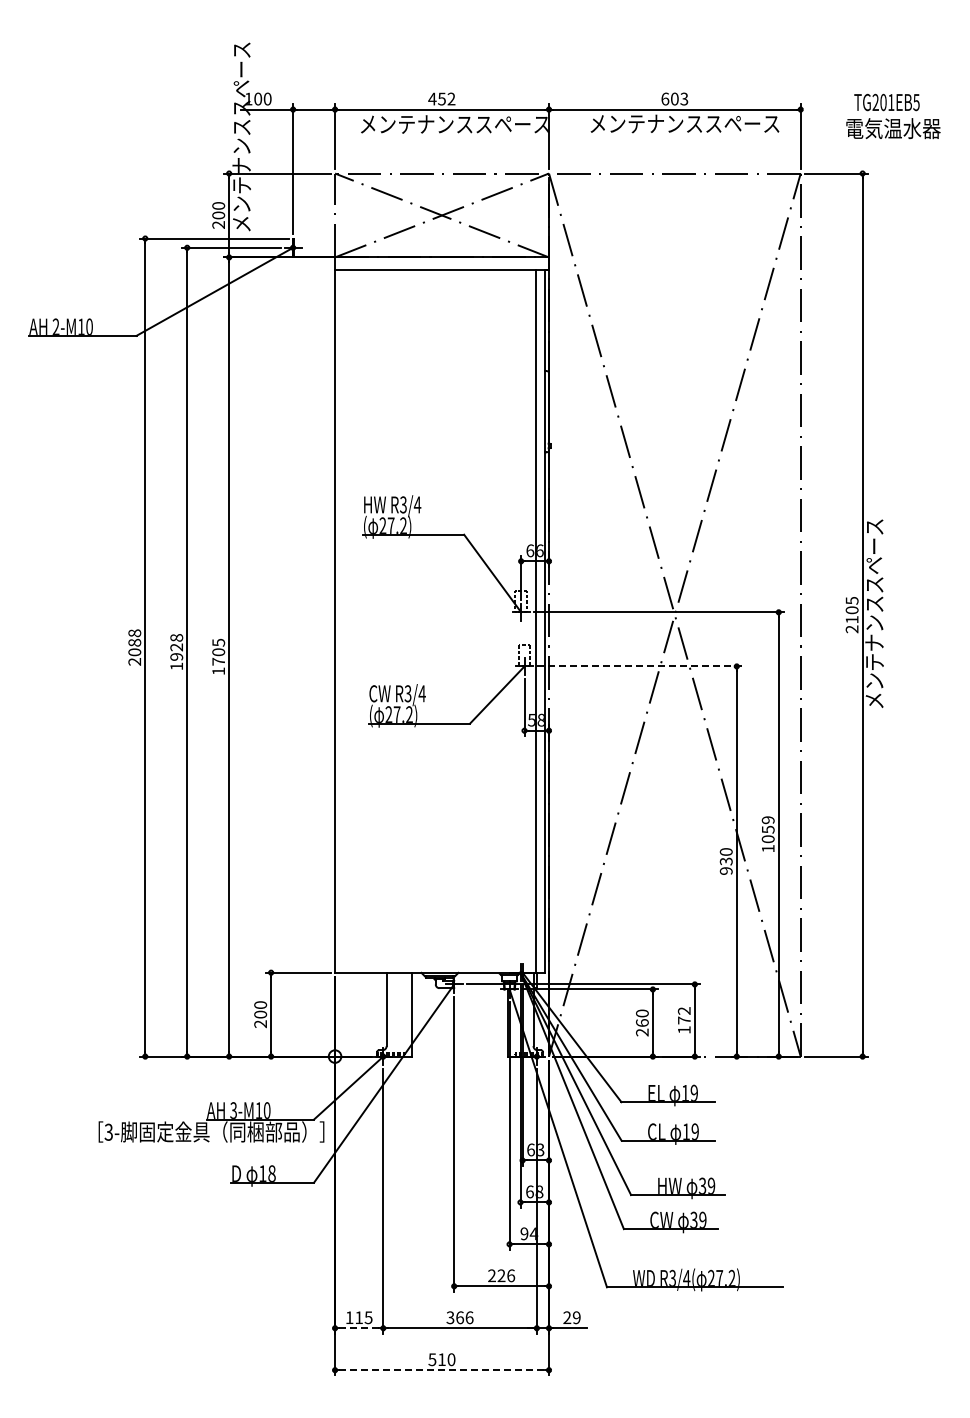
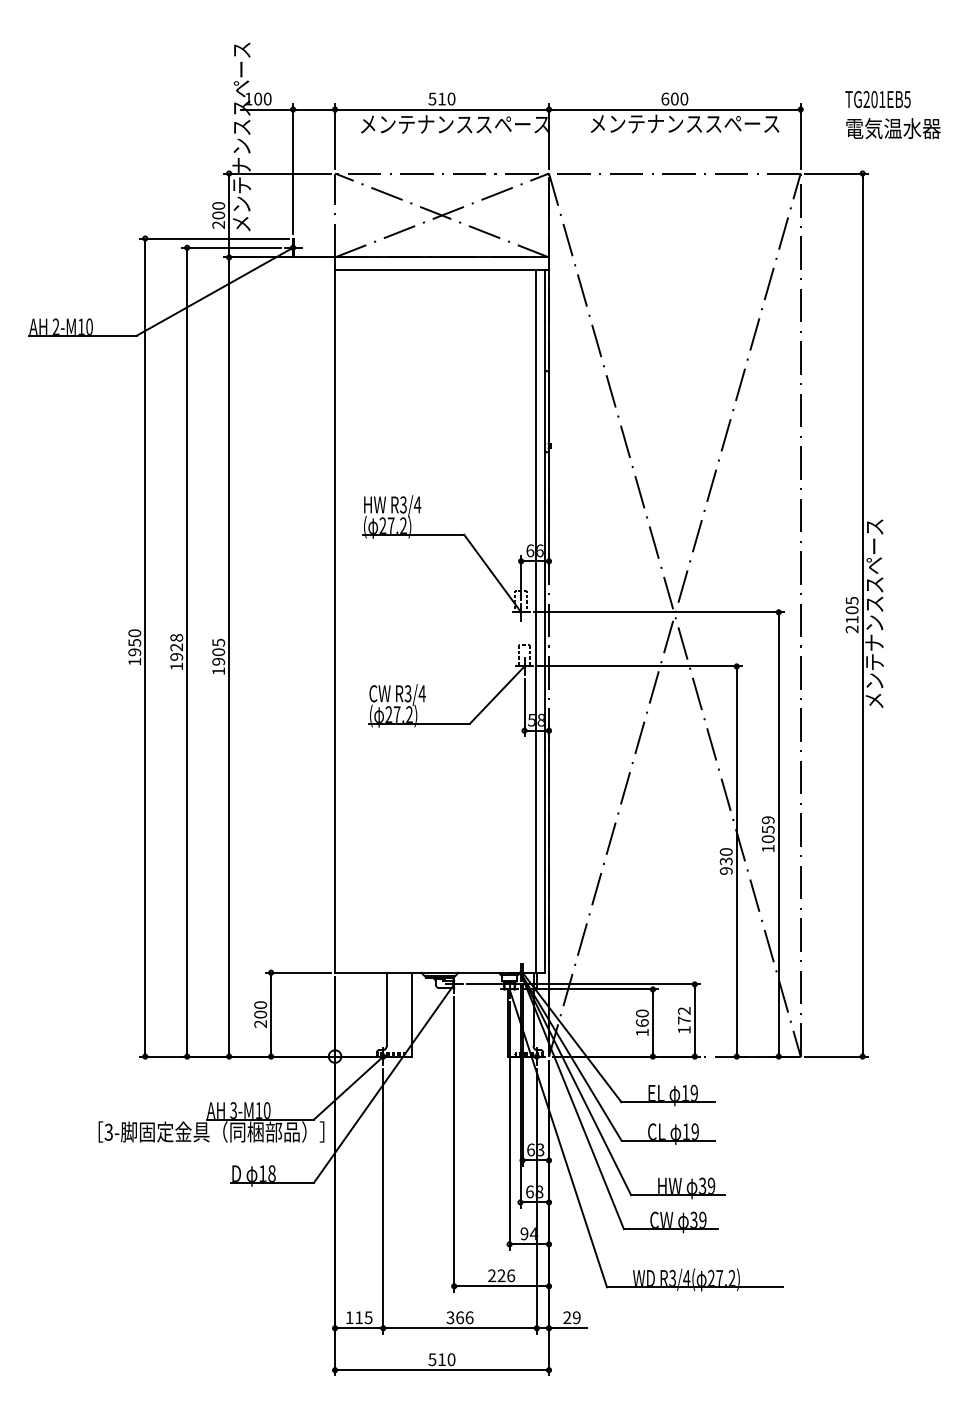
text at (441, 98): 452 -> 510
text at (684, 99): 603 -> 600
text at (886, 102) position: (886, 102) -> (877, 99)
text at (134, 647): 2088 -> 1950
text at (218, 661): 1705 -> 1905
line at (640, 666): dashed -> solid
text at (642, 1032): 260 -> 160
line at (359, 1328): dashed -> solid
line at (442, 1370): dashed -> solid
